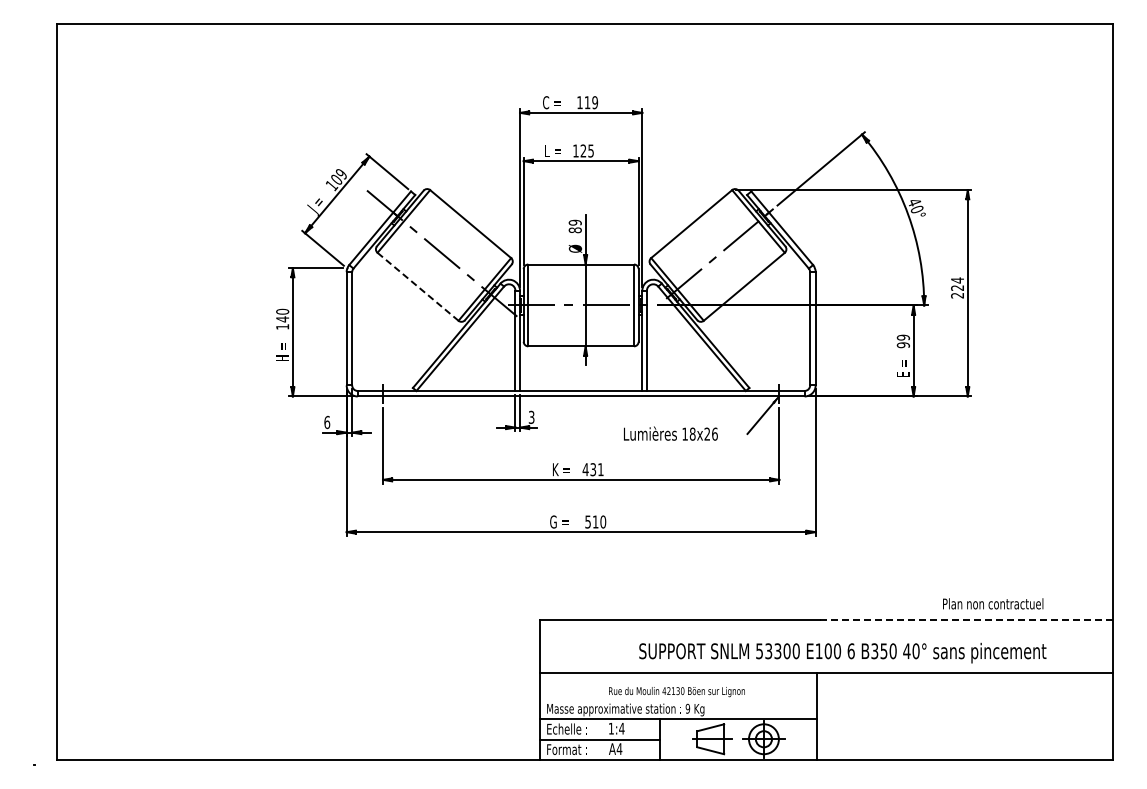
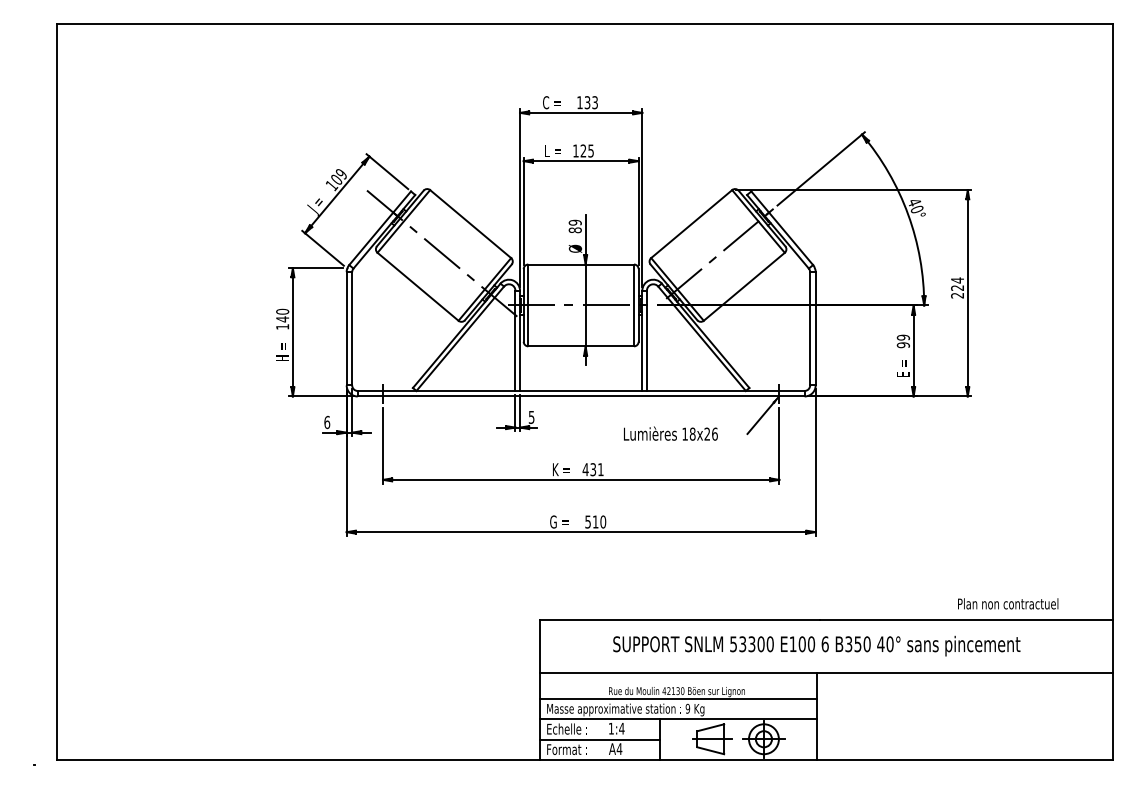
text at (591, 102): 119 -> 133
line at (418, 286): dashed -> solid
text at (531, 415): 3 -> 5
text at (993, 603) position: (993, 603) -> (1008, 603)
line at (965, 620): dashed -> solid
text at (842, 652) position: (842, 652) -> (816, 645)
line at (678, 699): none -> present
